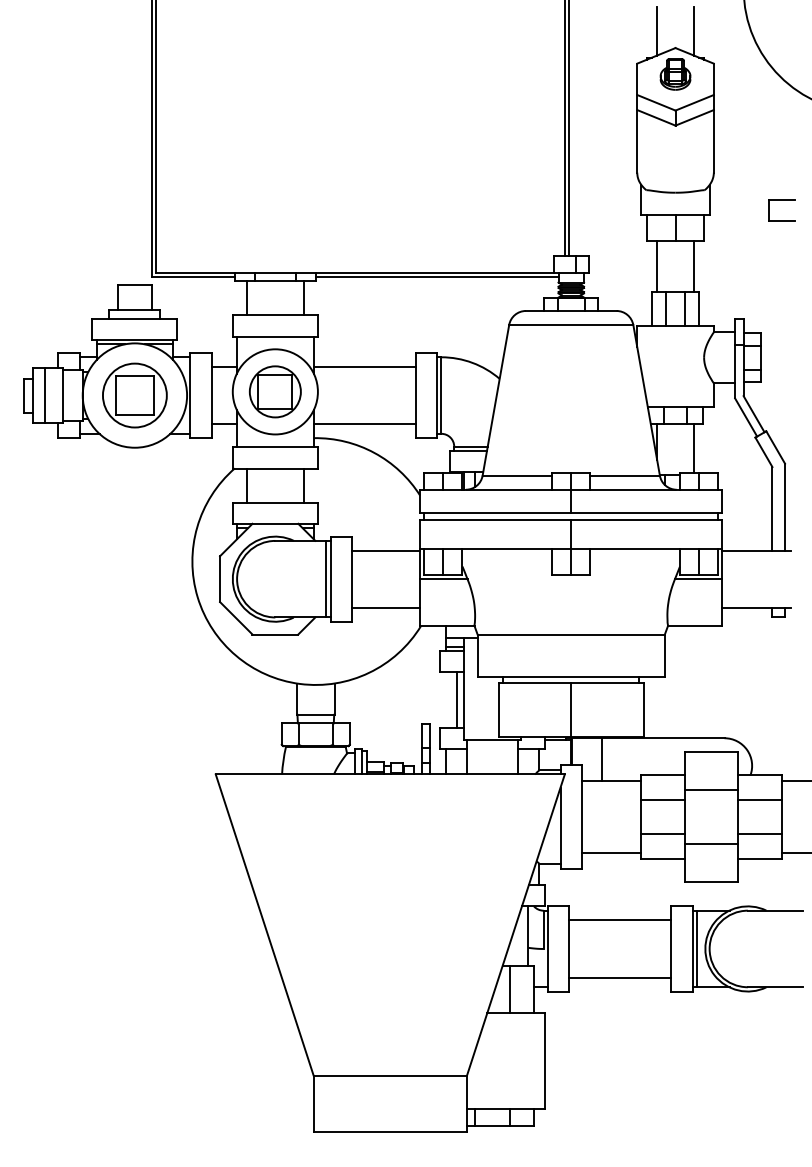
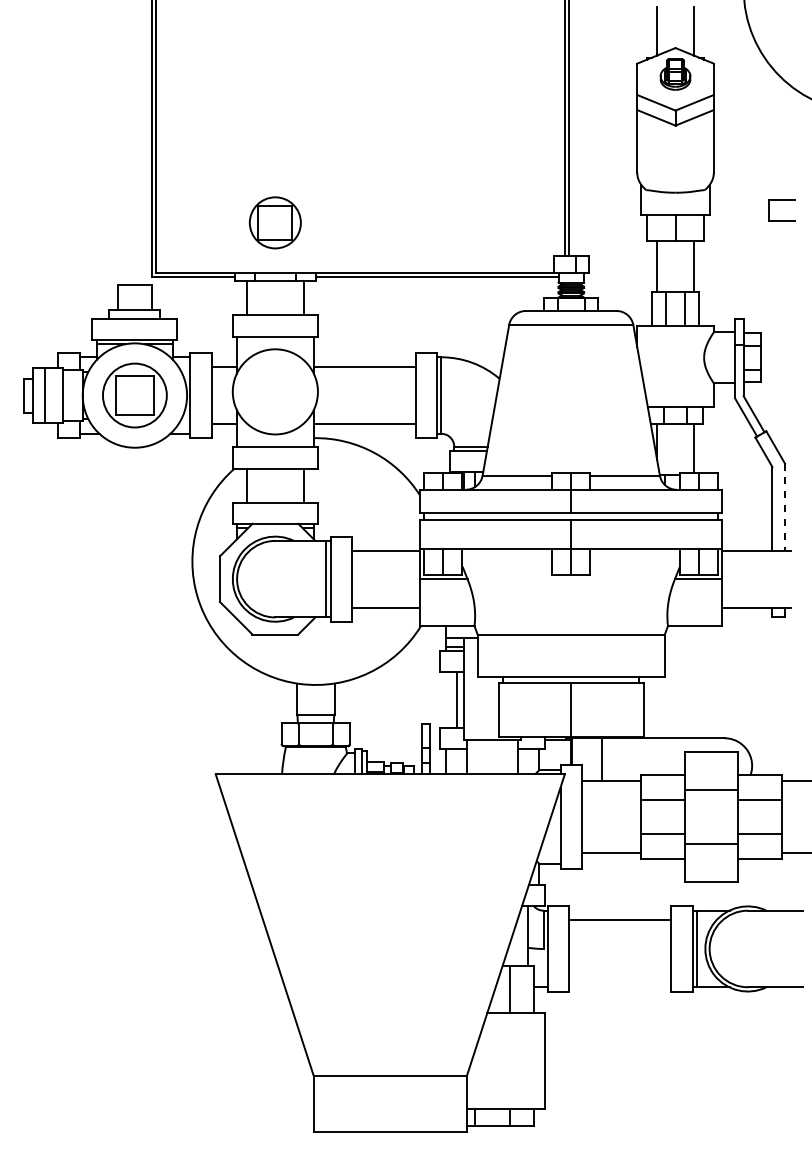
part at (275, 391) position: (275, 391) -> (275, 222)
line at (785, 507): solid -> dashed
line at (620, 977): present -> none
